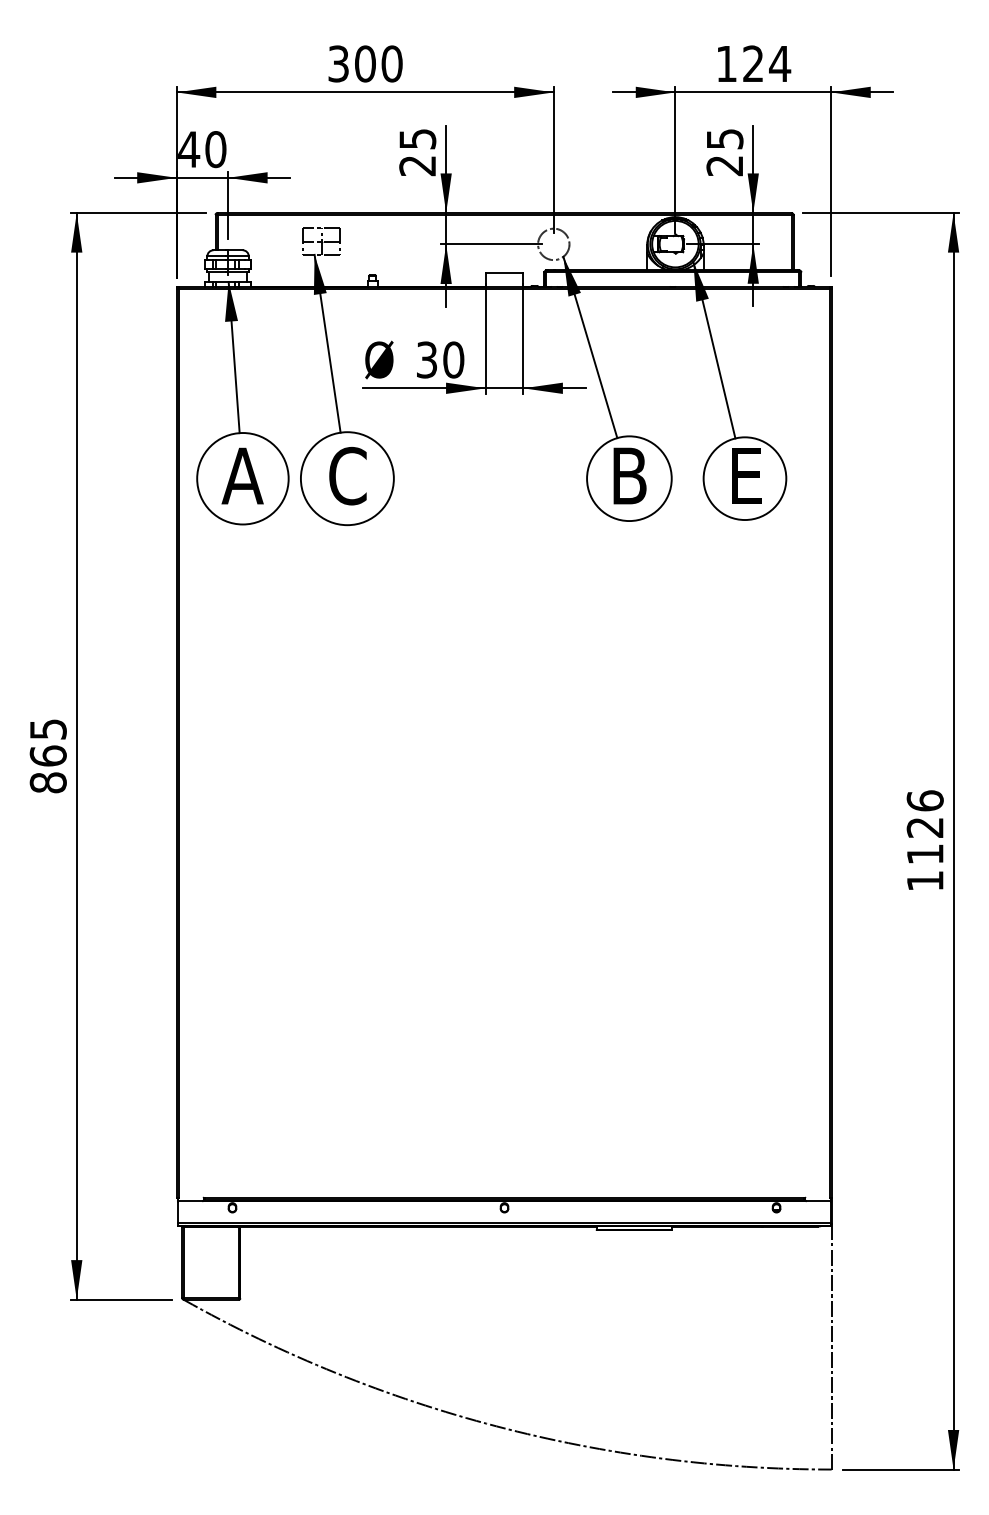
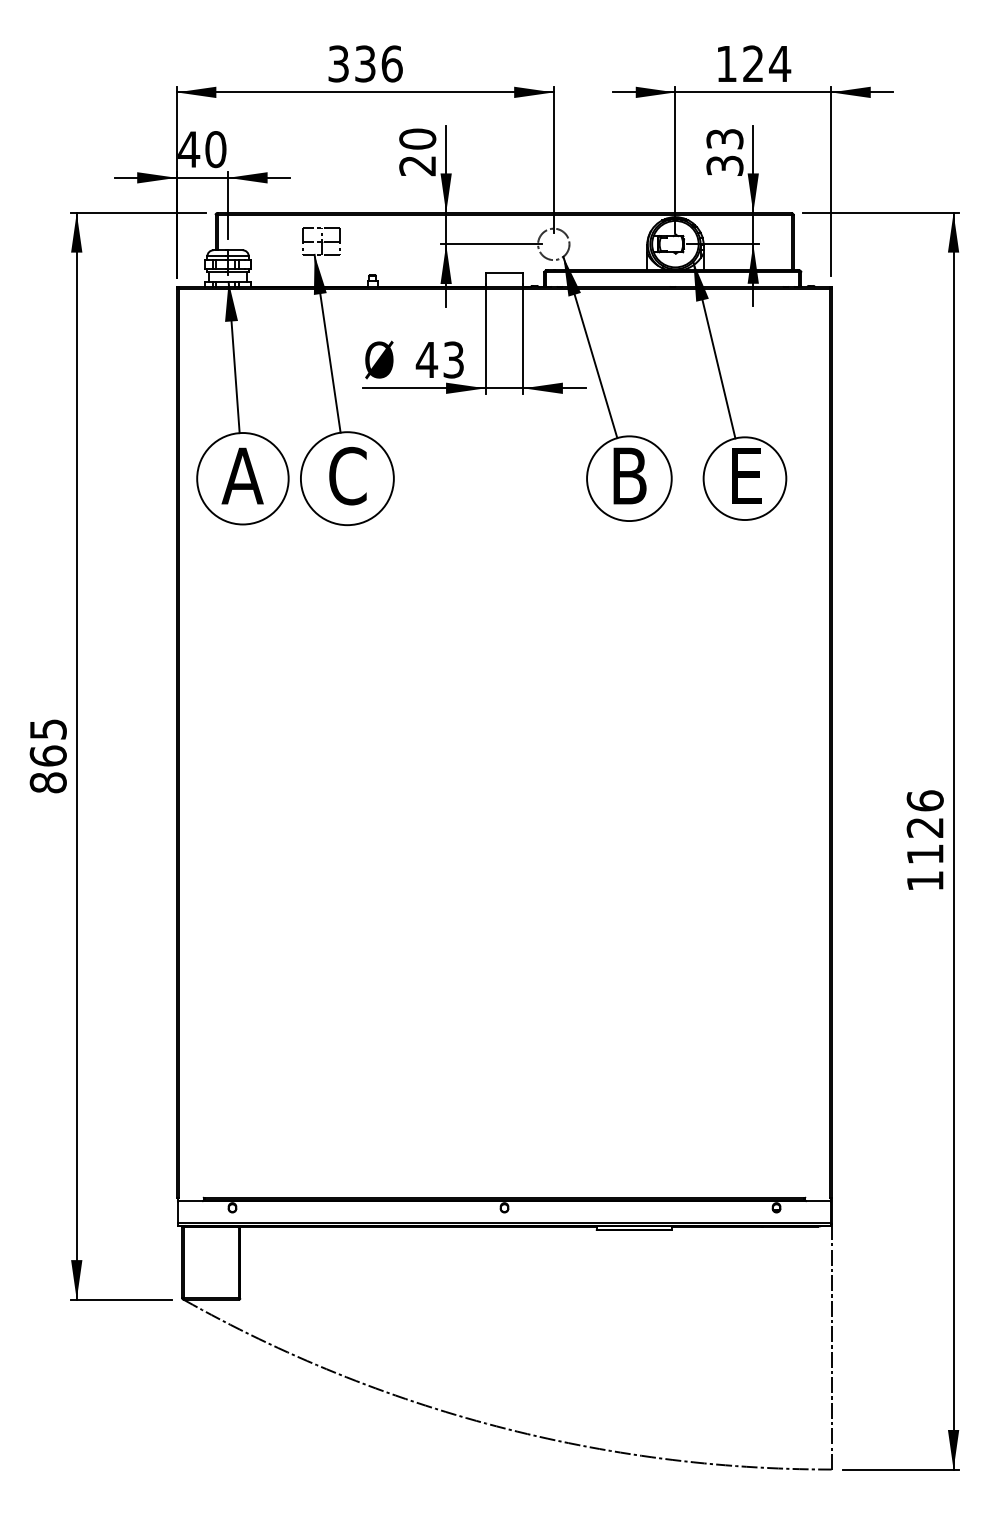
text at (378, 63): 300 -> 336
text at (417, 138): 25 -> 20
text at (724, 152): 25 -> 33
text at (439, 359): 30 -> 43
